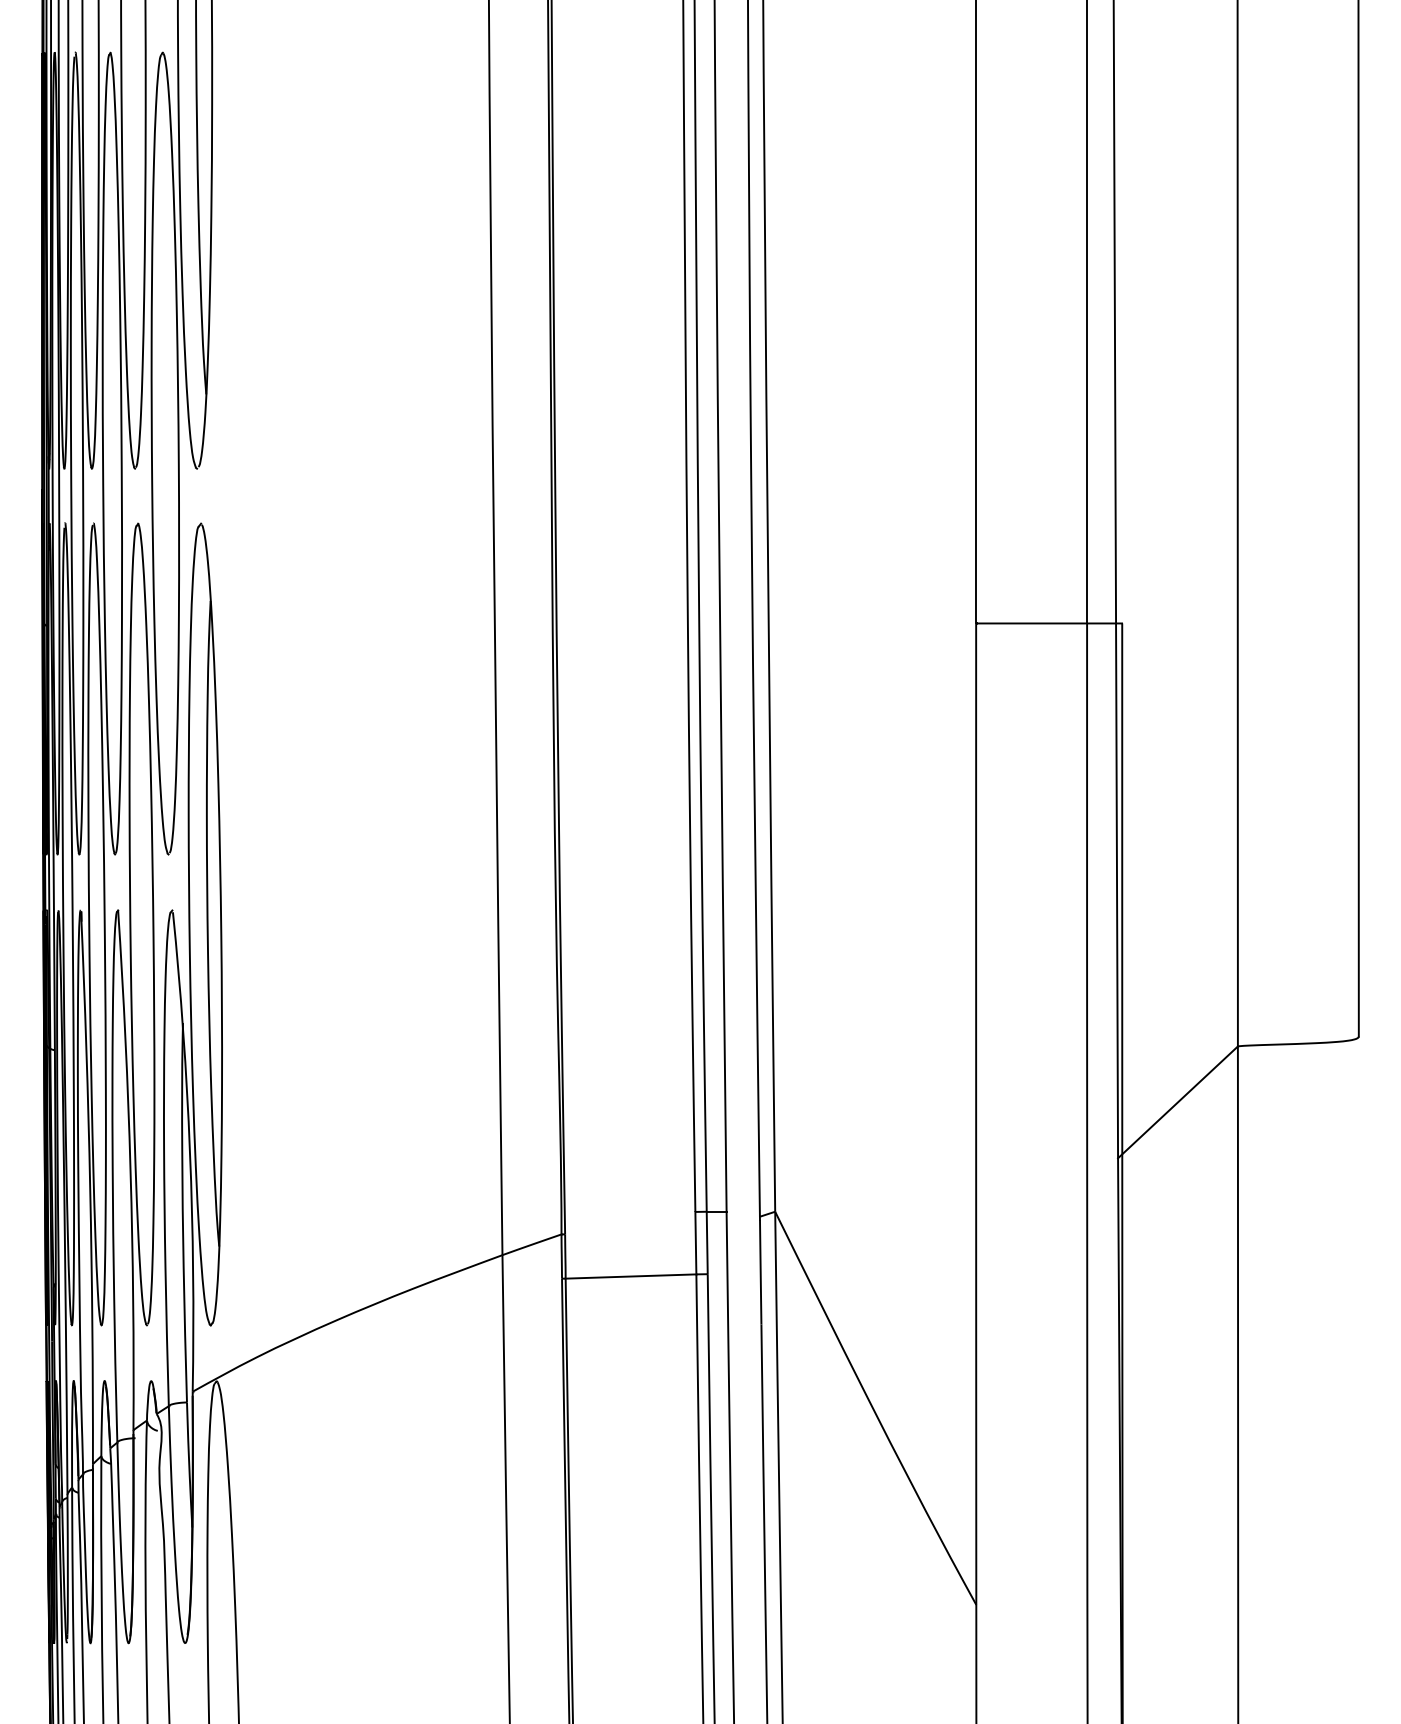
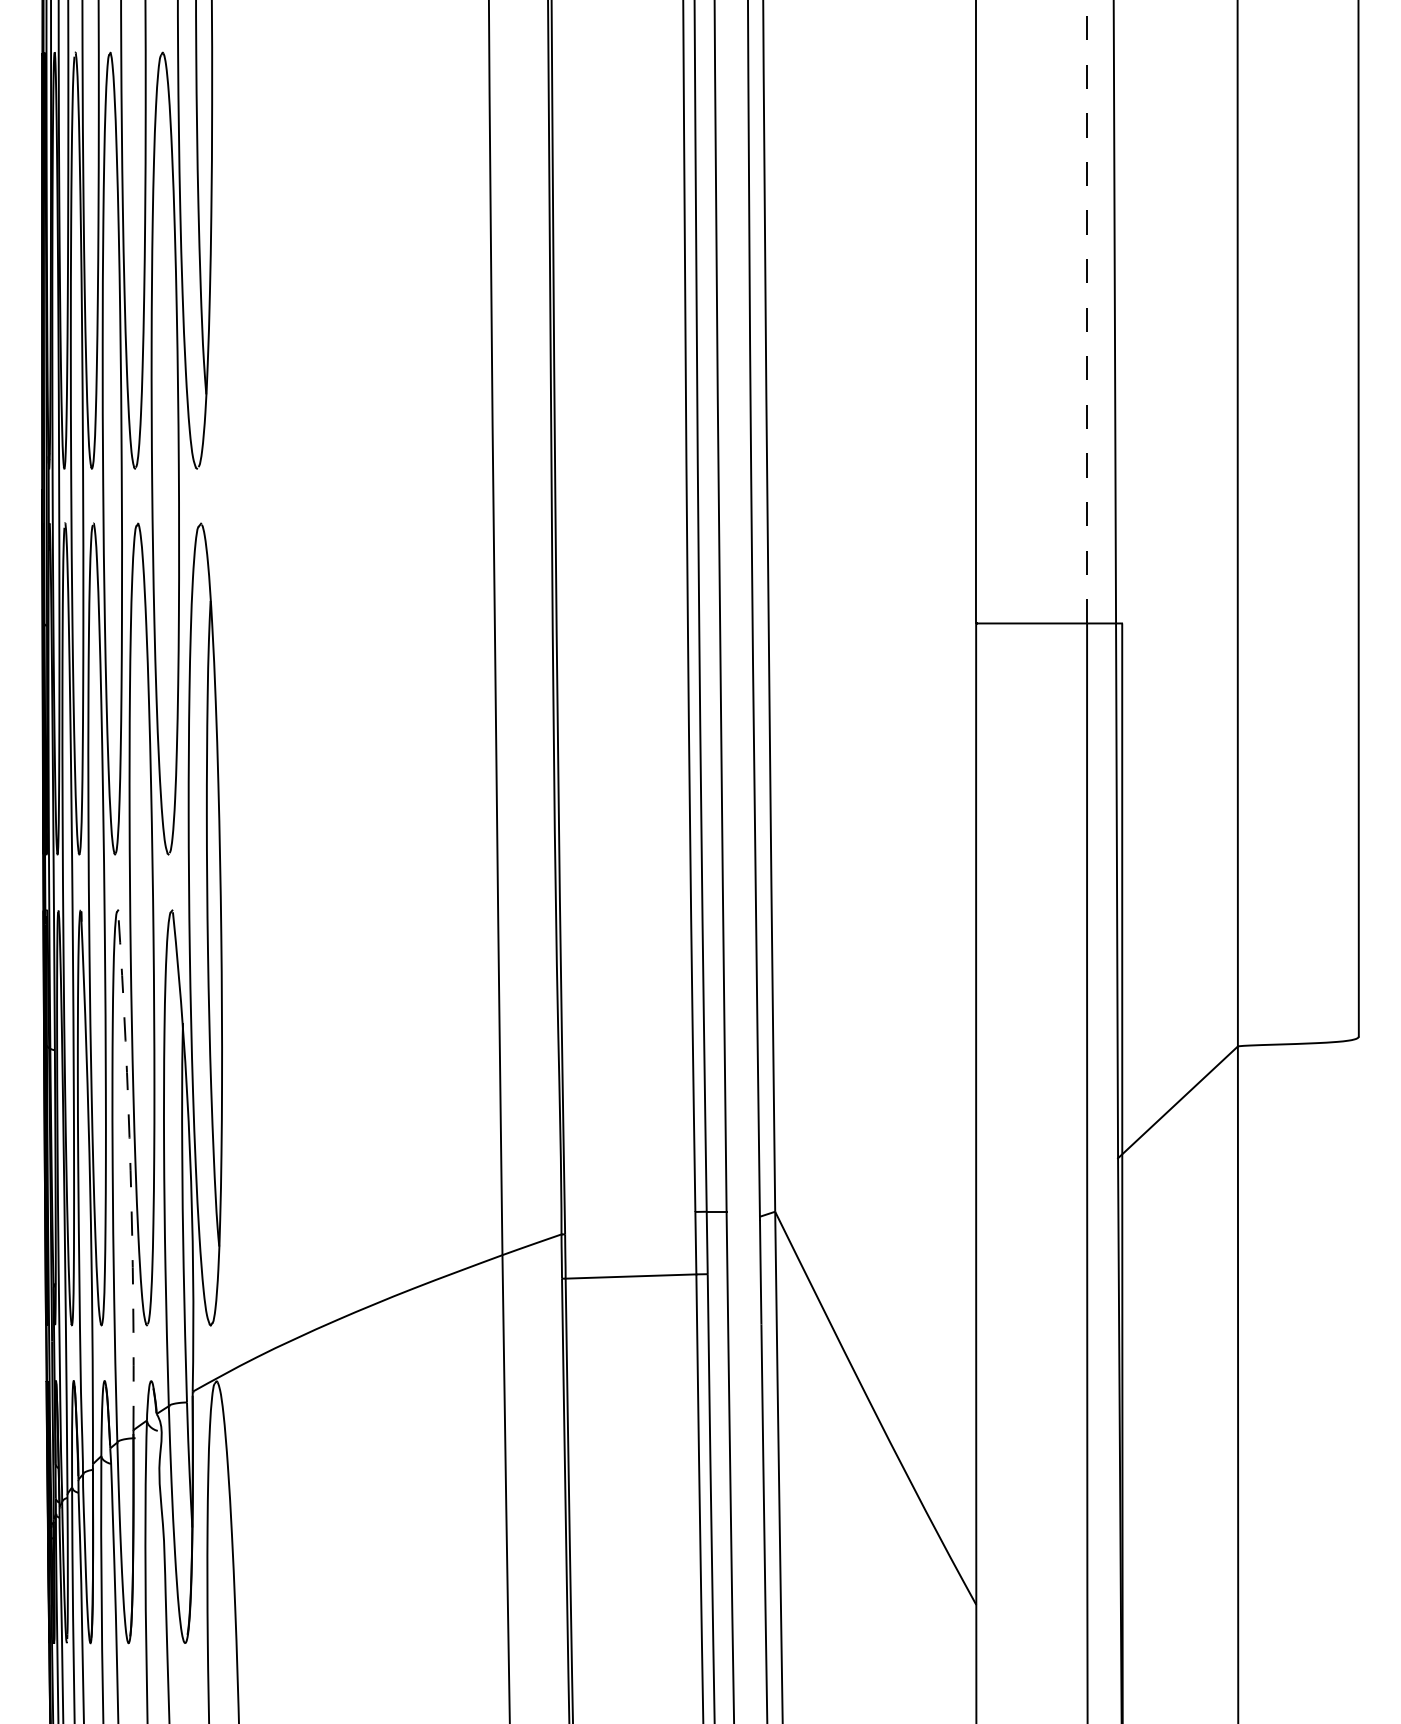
line at (1087, 311): solid -> dashed
arc at (130, 1170): solid -> dashed
